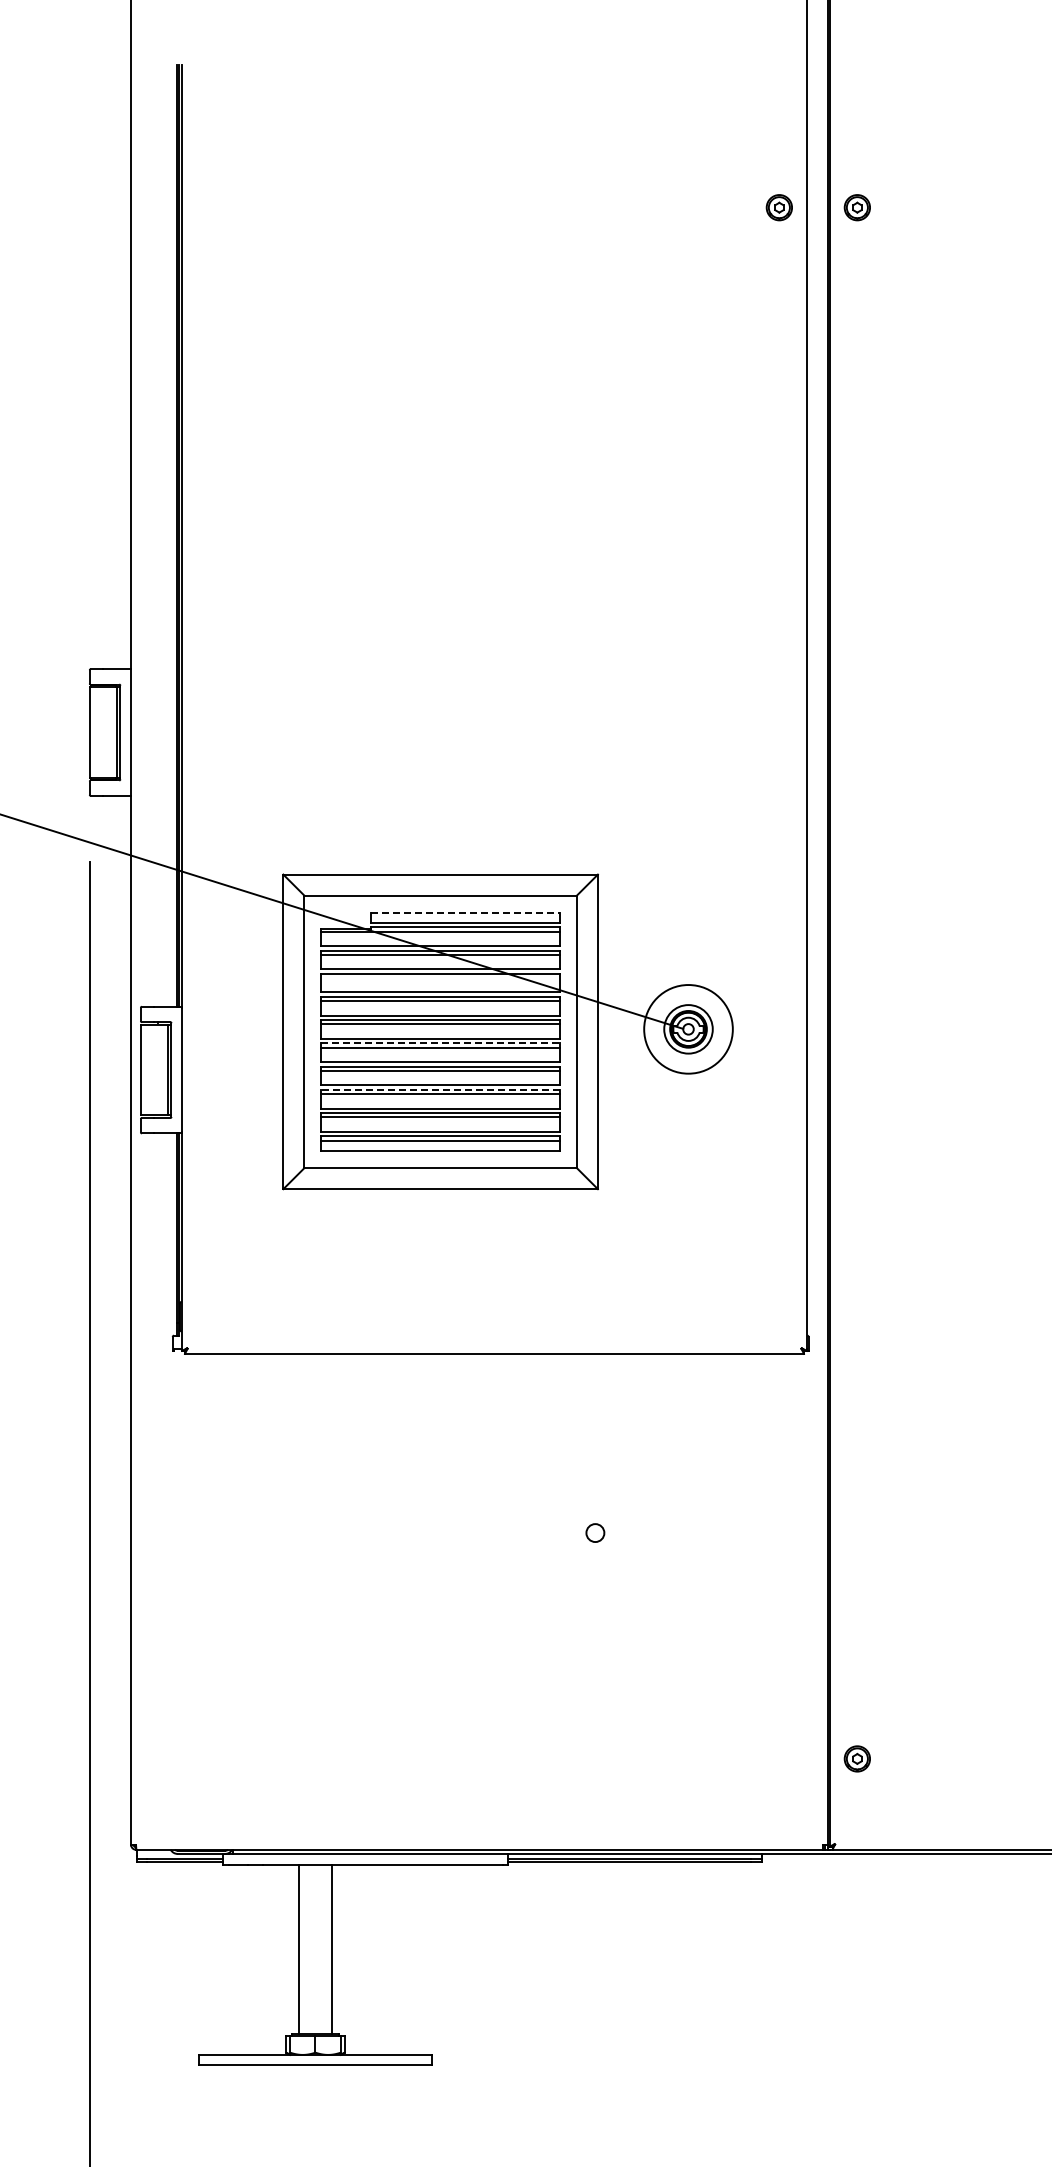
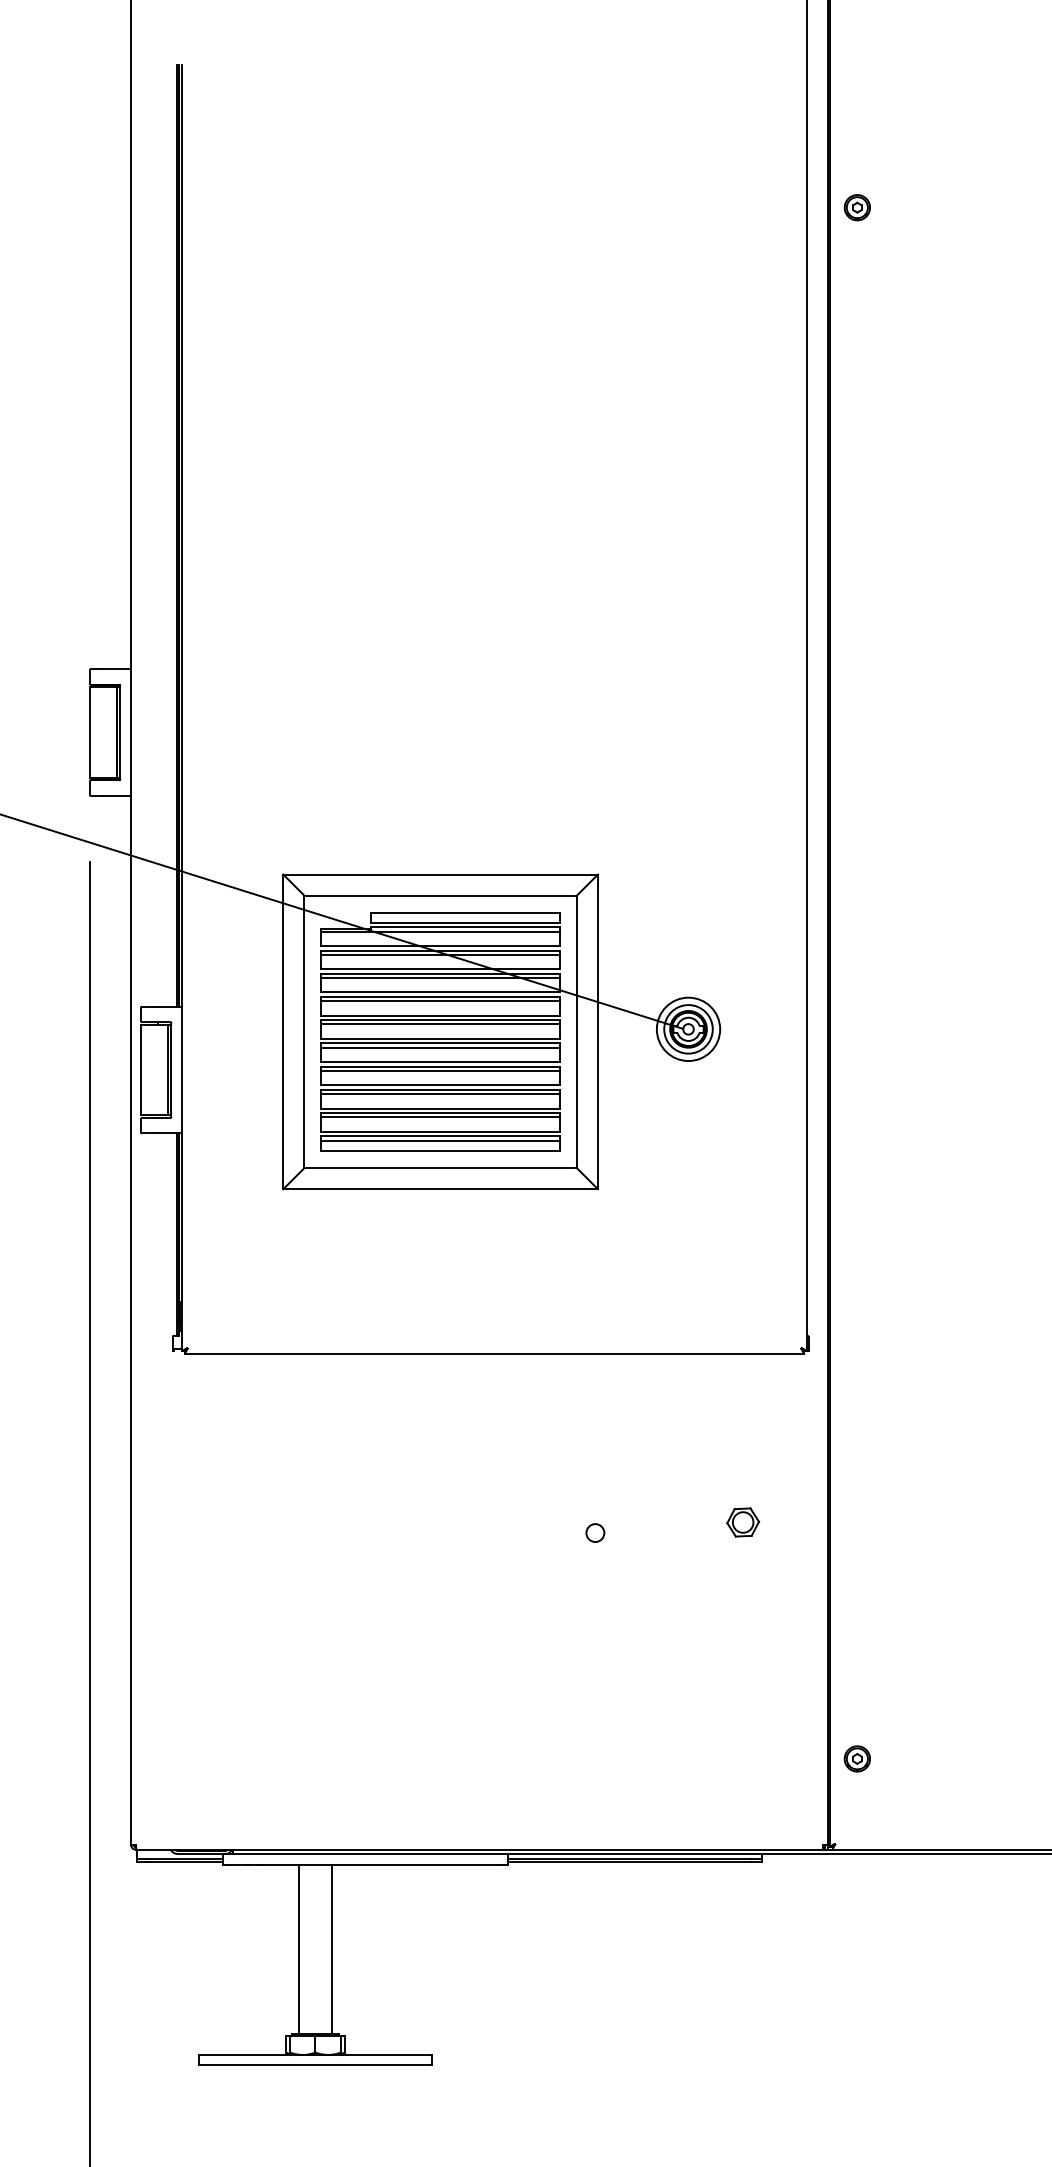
part at (778, 207): present -> none
line at (465, 912): dashed -> solid
line at (440, 978): none -> present
circle at (688, 1029) diameter: 89 px -> 63 px
line at (441, 1043): dashed -> solid
line at (440, 1089): dashed -> solid
part at (743, 1522): none -> present
